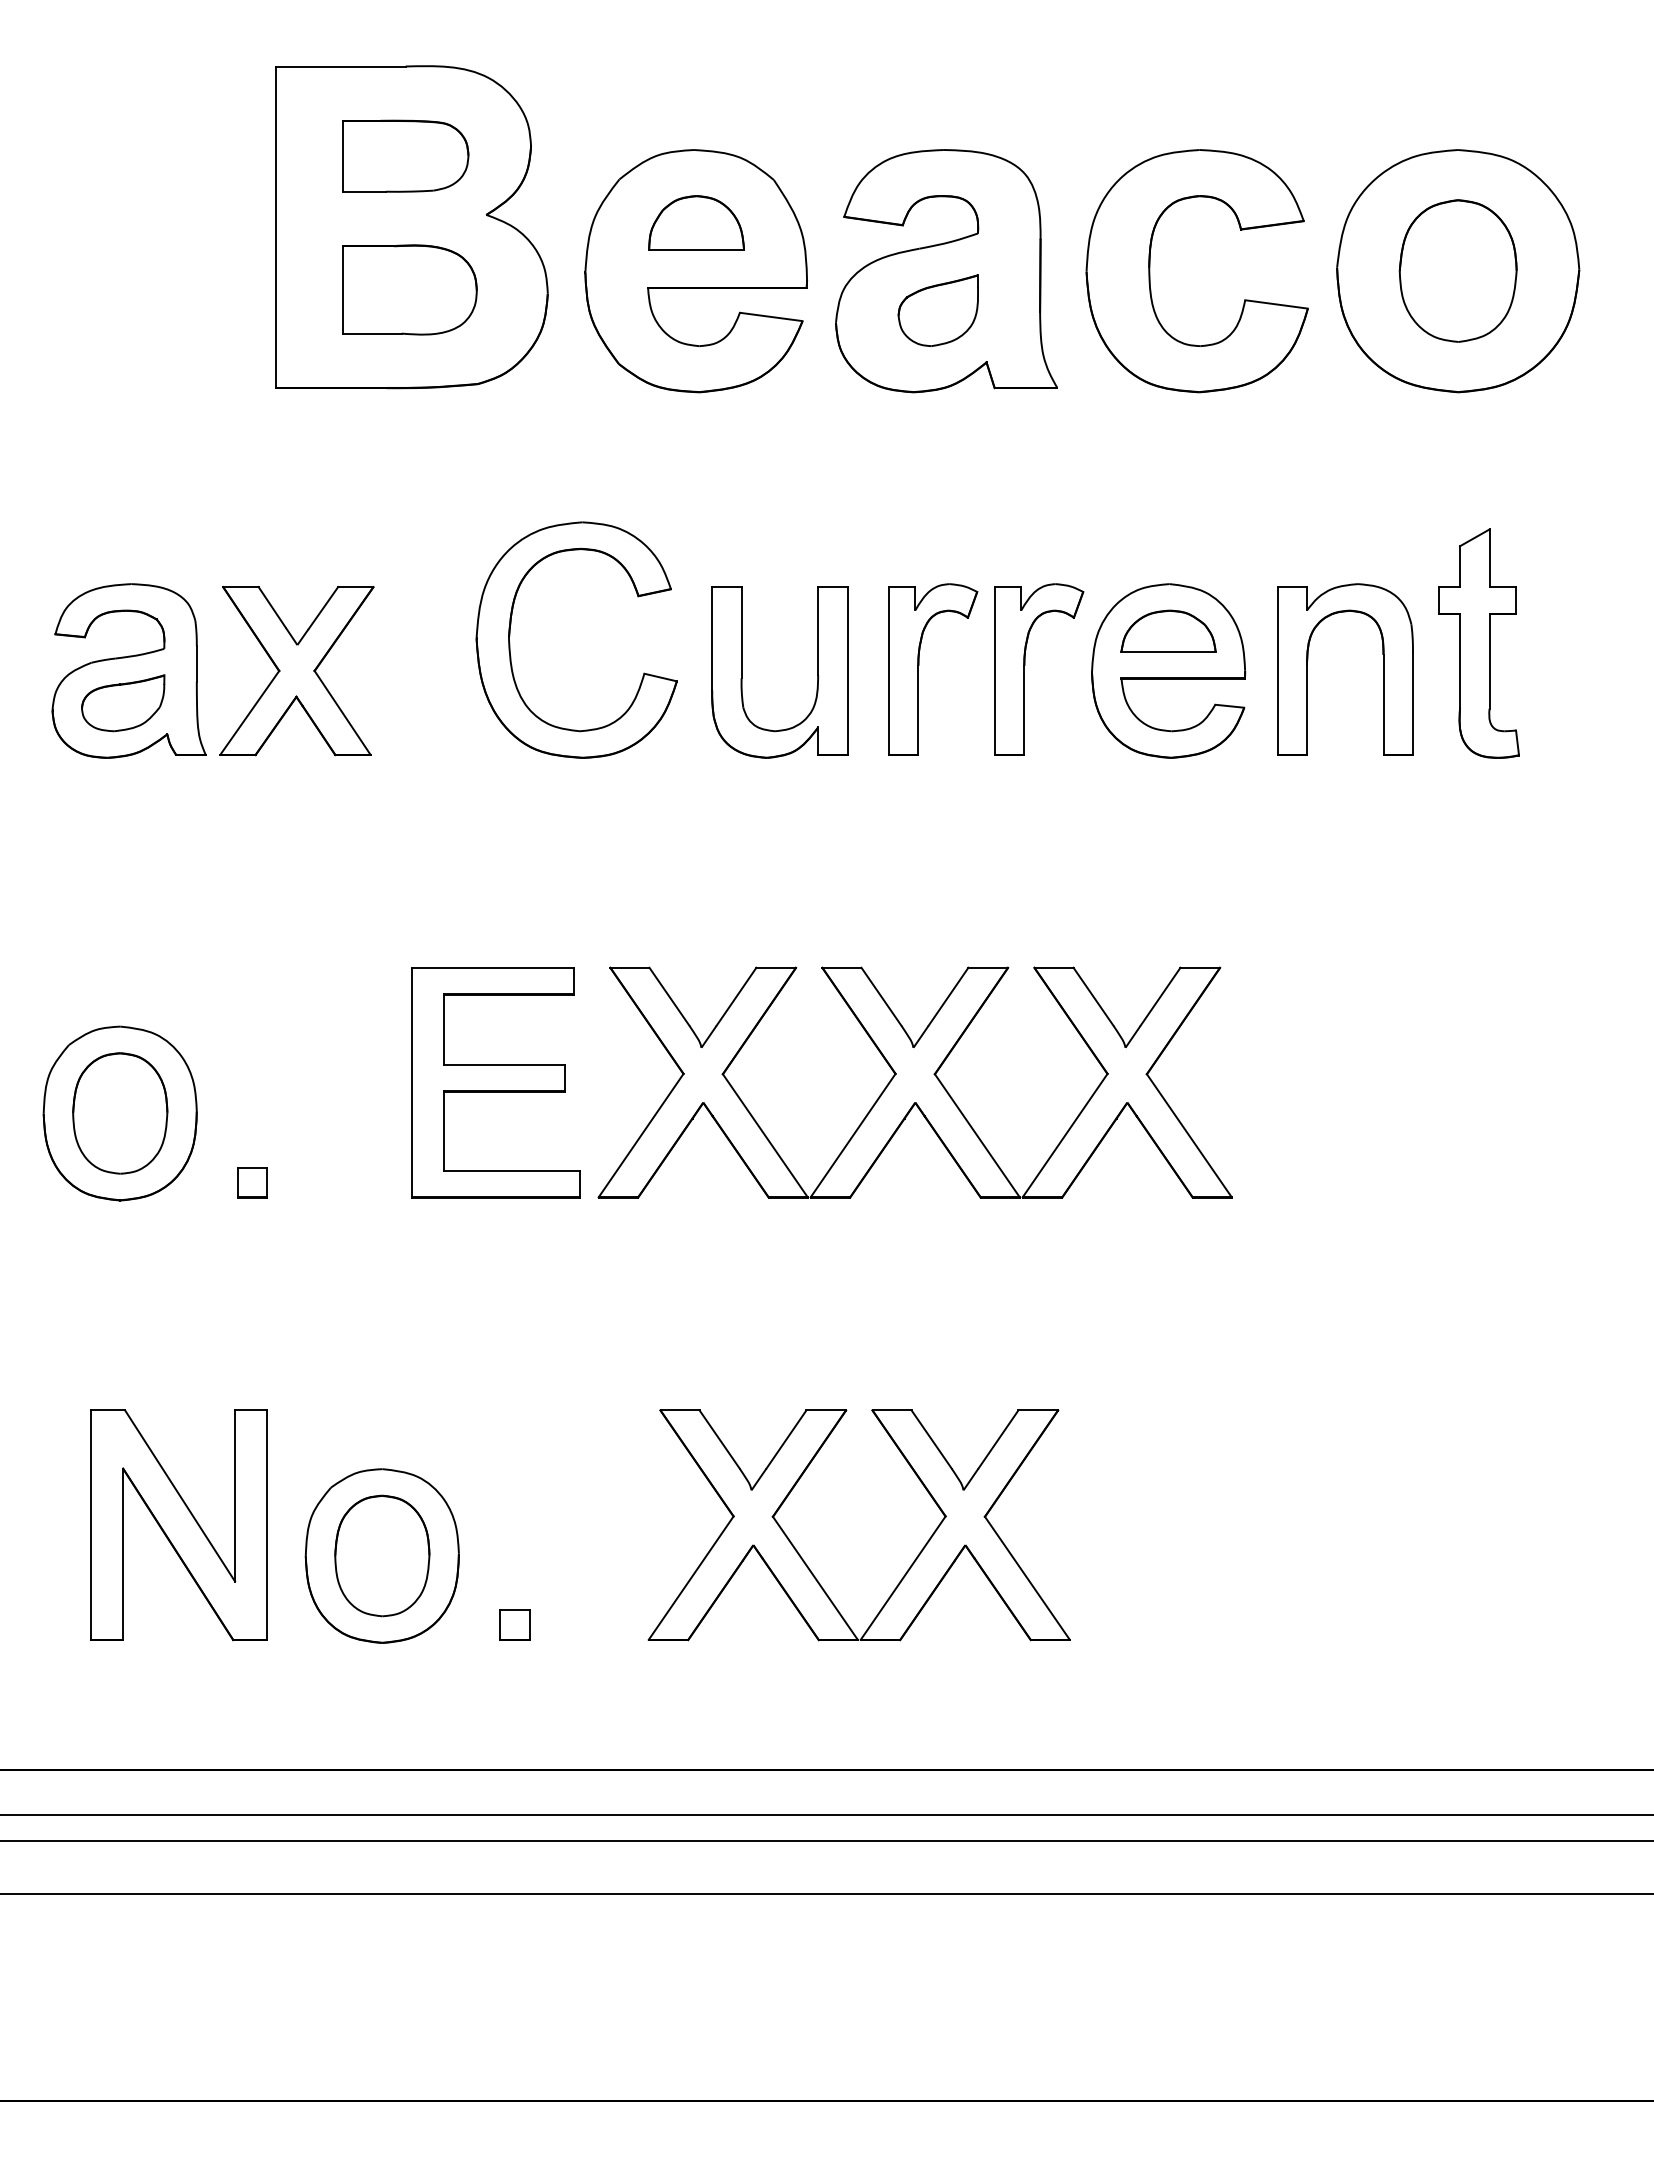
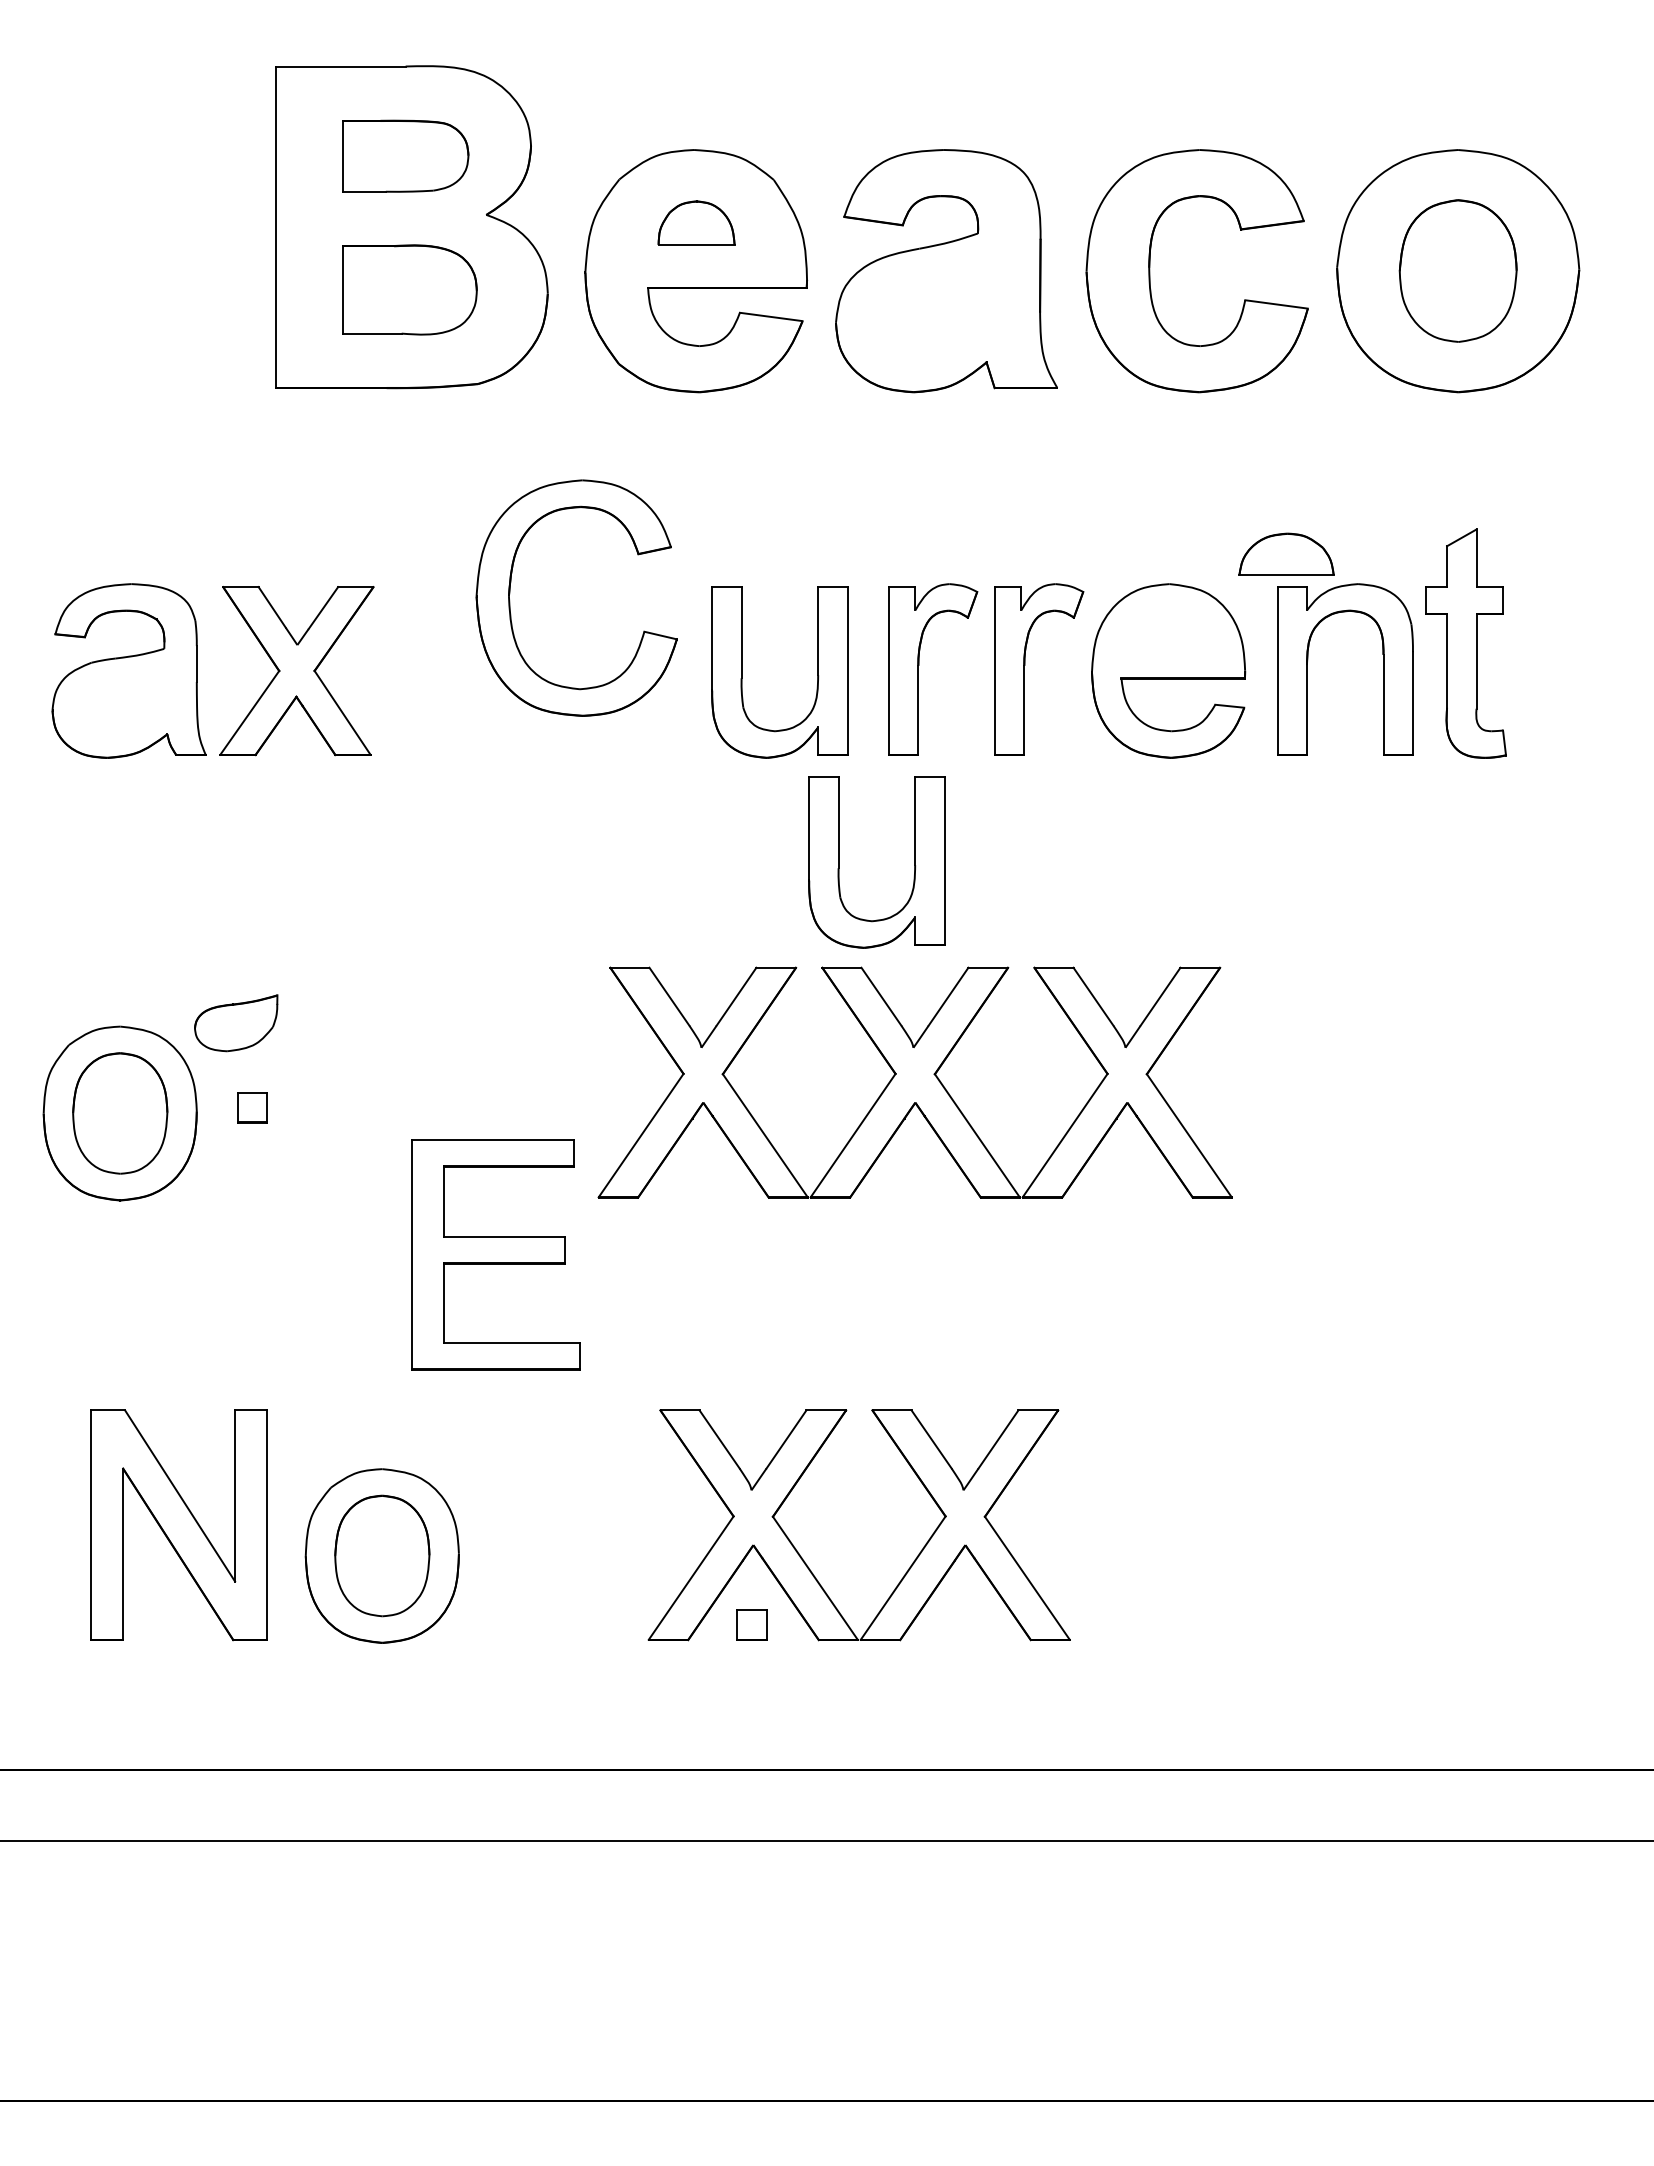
part at (696, 222) size: 97x56 px -> 79x46 px
part at (937, 310): present -> none
part at (1168, 630) position: (1168, 630) -> (1286, 553)
part at (510, 642) position: (510, 642) -> (510, 600)
part at (1478, 643) position: (1478, 643) -> (1465, 643)
part at (123, 703) position: (123, 703) -> (236, 1023)
part at (839, 862): none -> present
part at (495, 1082) position: (495, 1082) -> (495, 1254)
part at (252, 1182) position: (252, 1182) -> (252, 1107)
part at (514, 1624) position: (514, 1624) -> (751, 1624)
line at (826, 1814): present -> none
line at (826, 1894): present -> none
